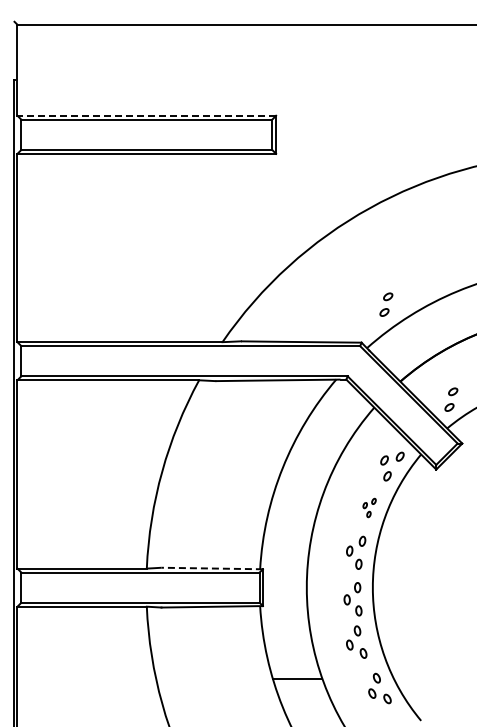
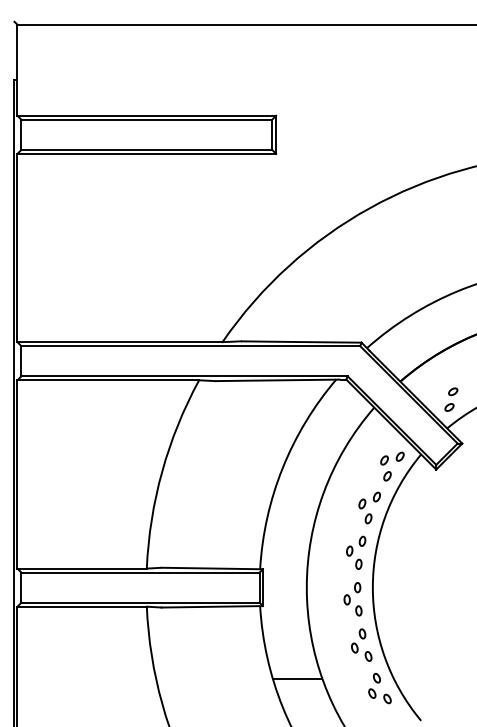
line at (146, 115): dashed -> solid
part at (386, 304): present -> none
part at (369, 507) size: 15x22 px -> 23x34 px
line at (212, 568): dashed -> solid
part at (356, 641) position: (356, 641) -> (361, 644)
